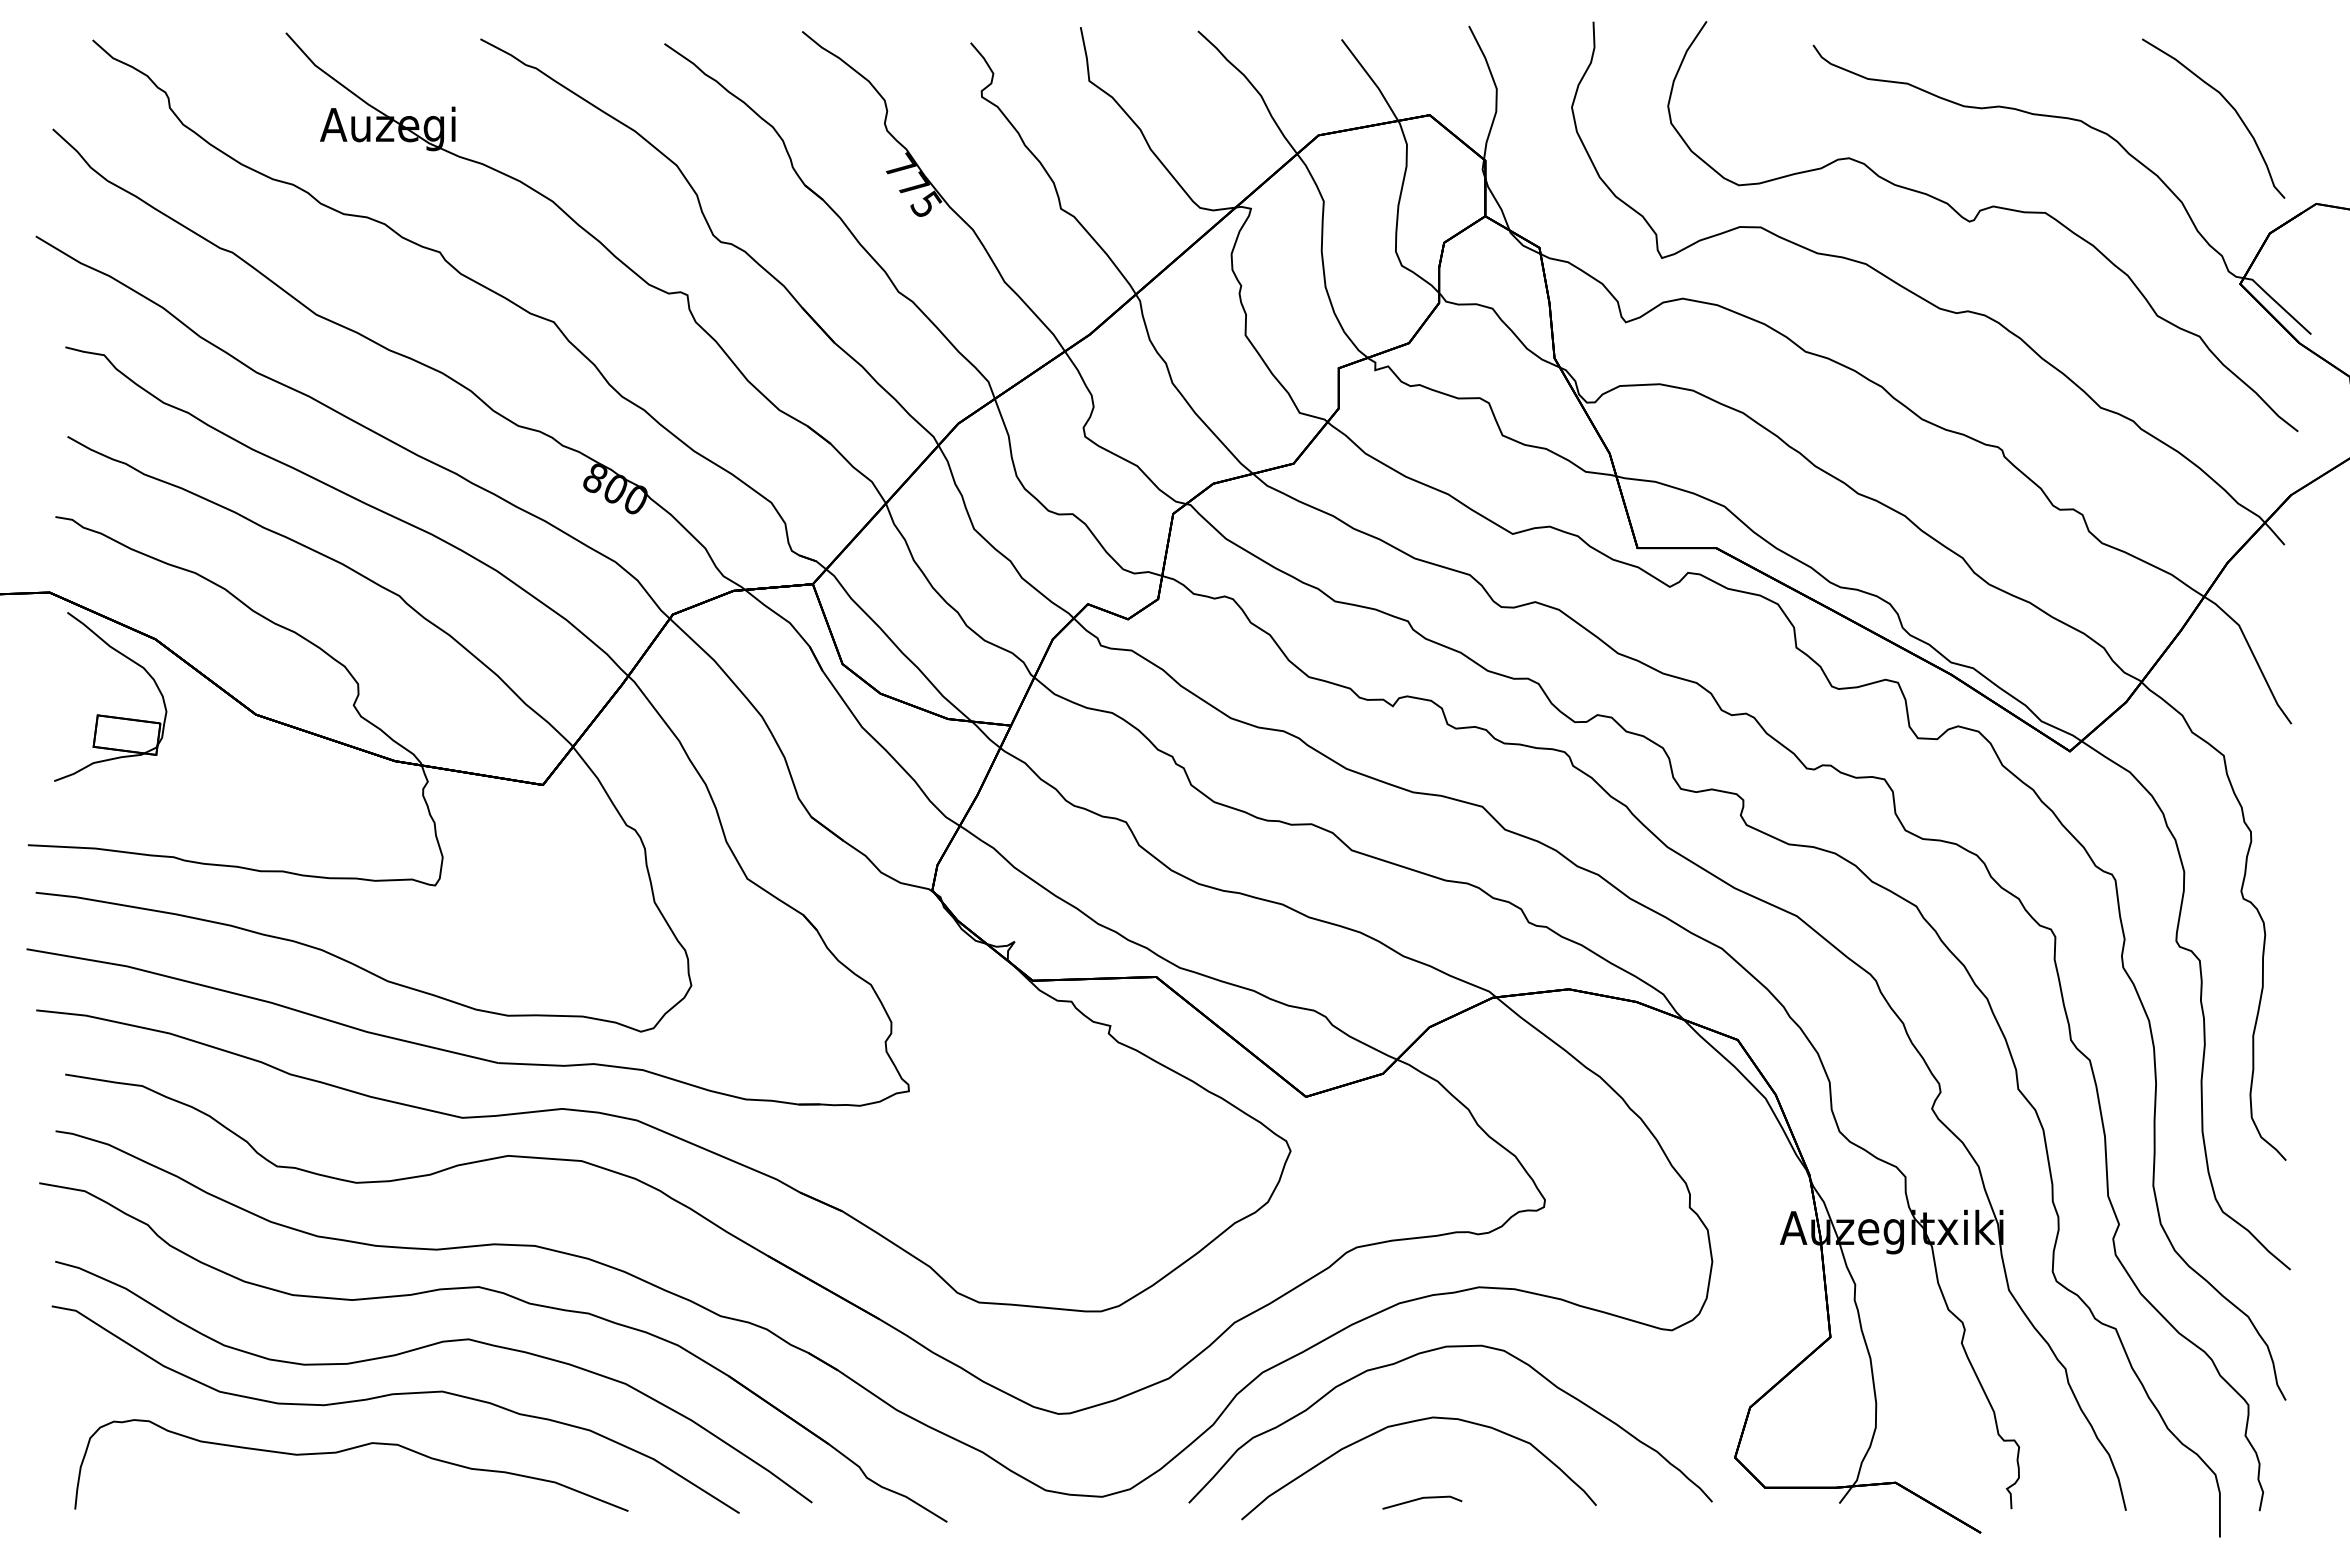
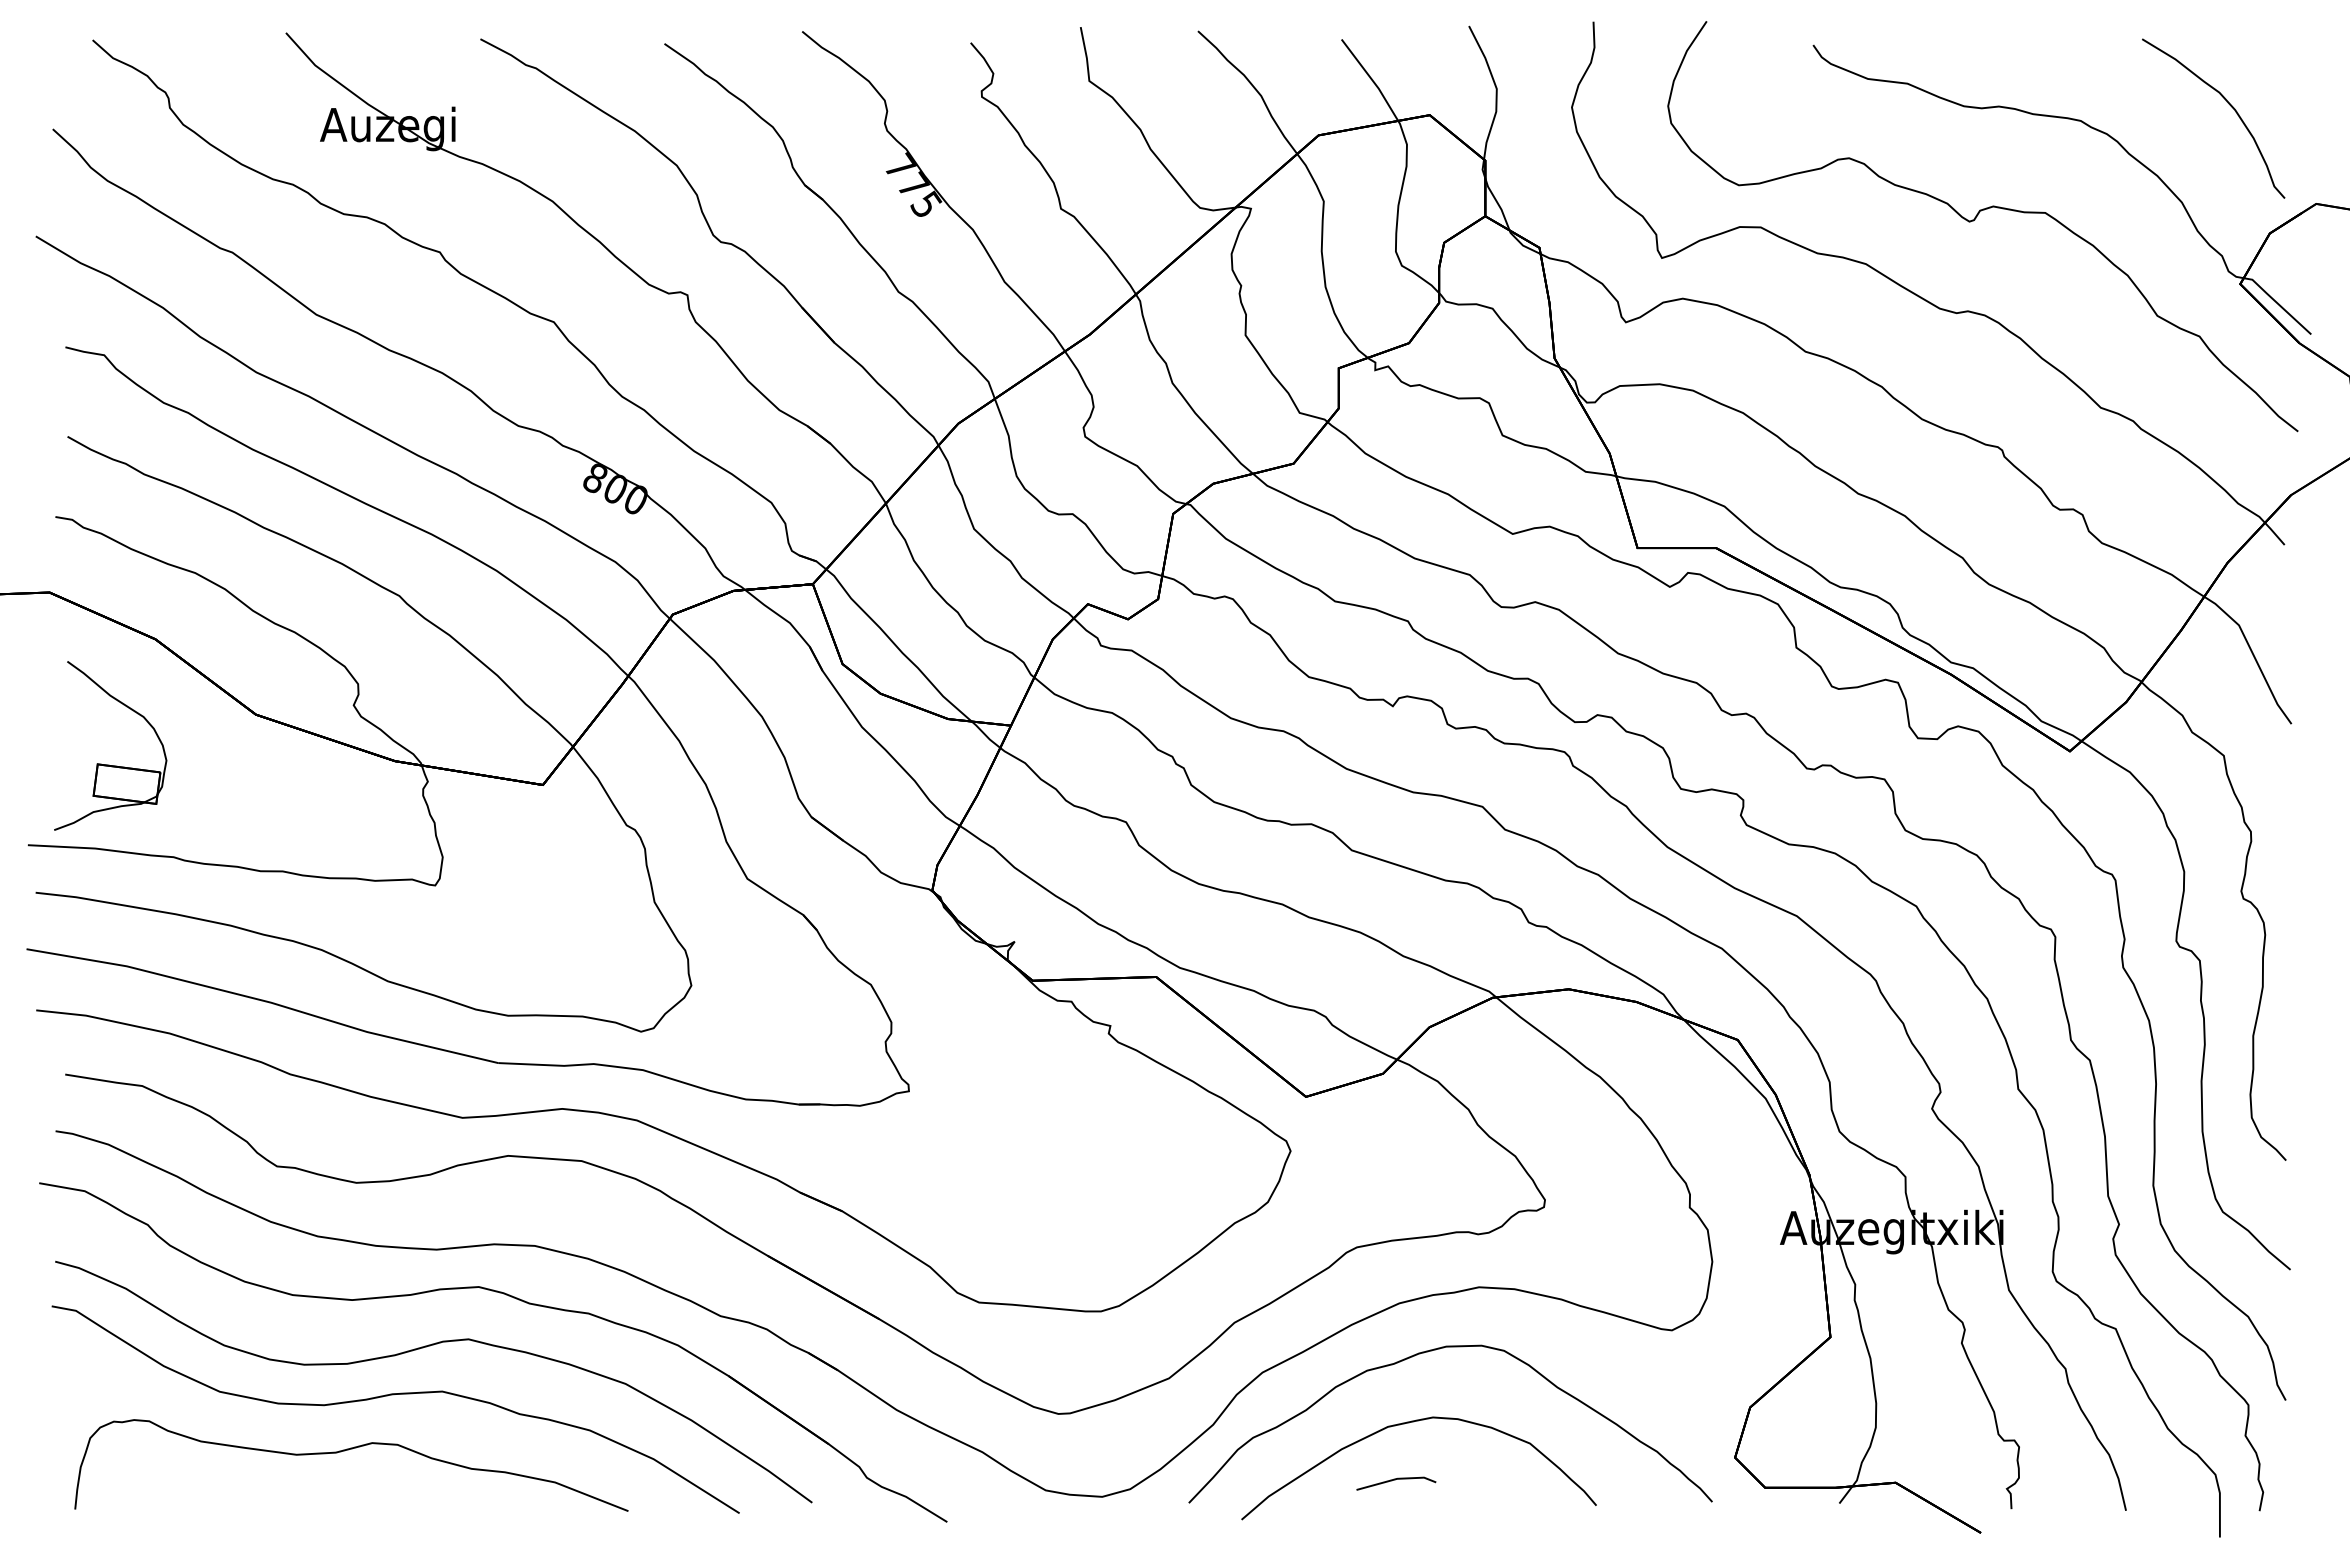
part at (109, 715) position: (109, 715) -> (109, 764)
line at (1421, 1499) position: (1421, 1499) -> (1395, 1480)
